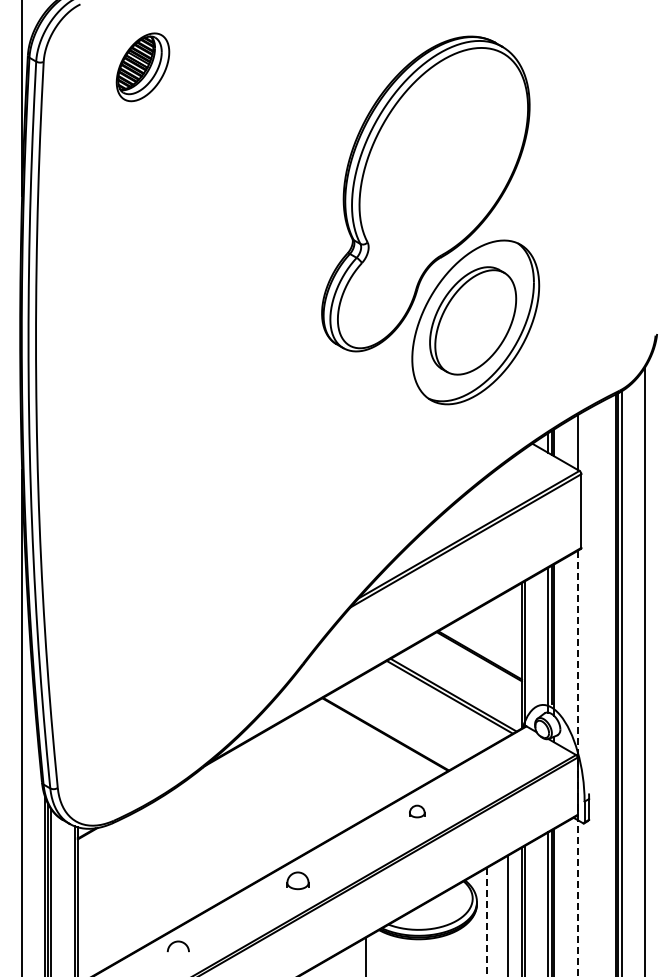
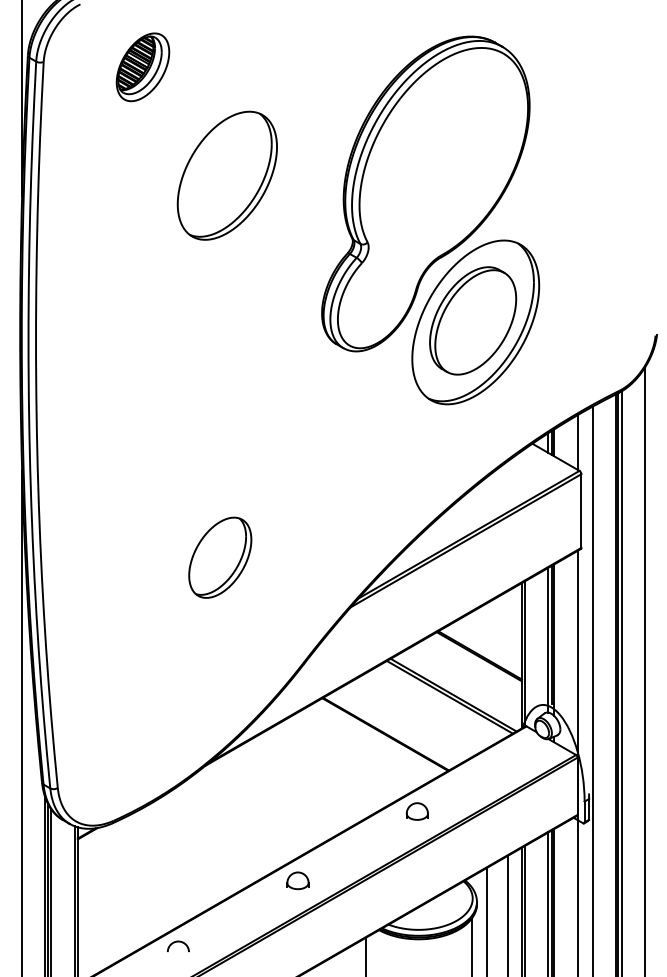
part at (226, 175): none -> present
part at (220, 557): none -> present
line at (592, 689): none -> present
line at (577, 763): dashed -> solid
part at (417, 811) size: 17x15 px -> 24x19 px
line at (486, 922): dashed -> solid
line at (471, 945): none -> present
